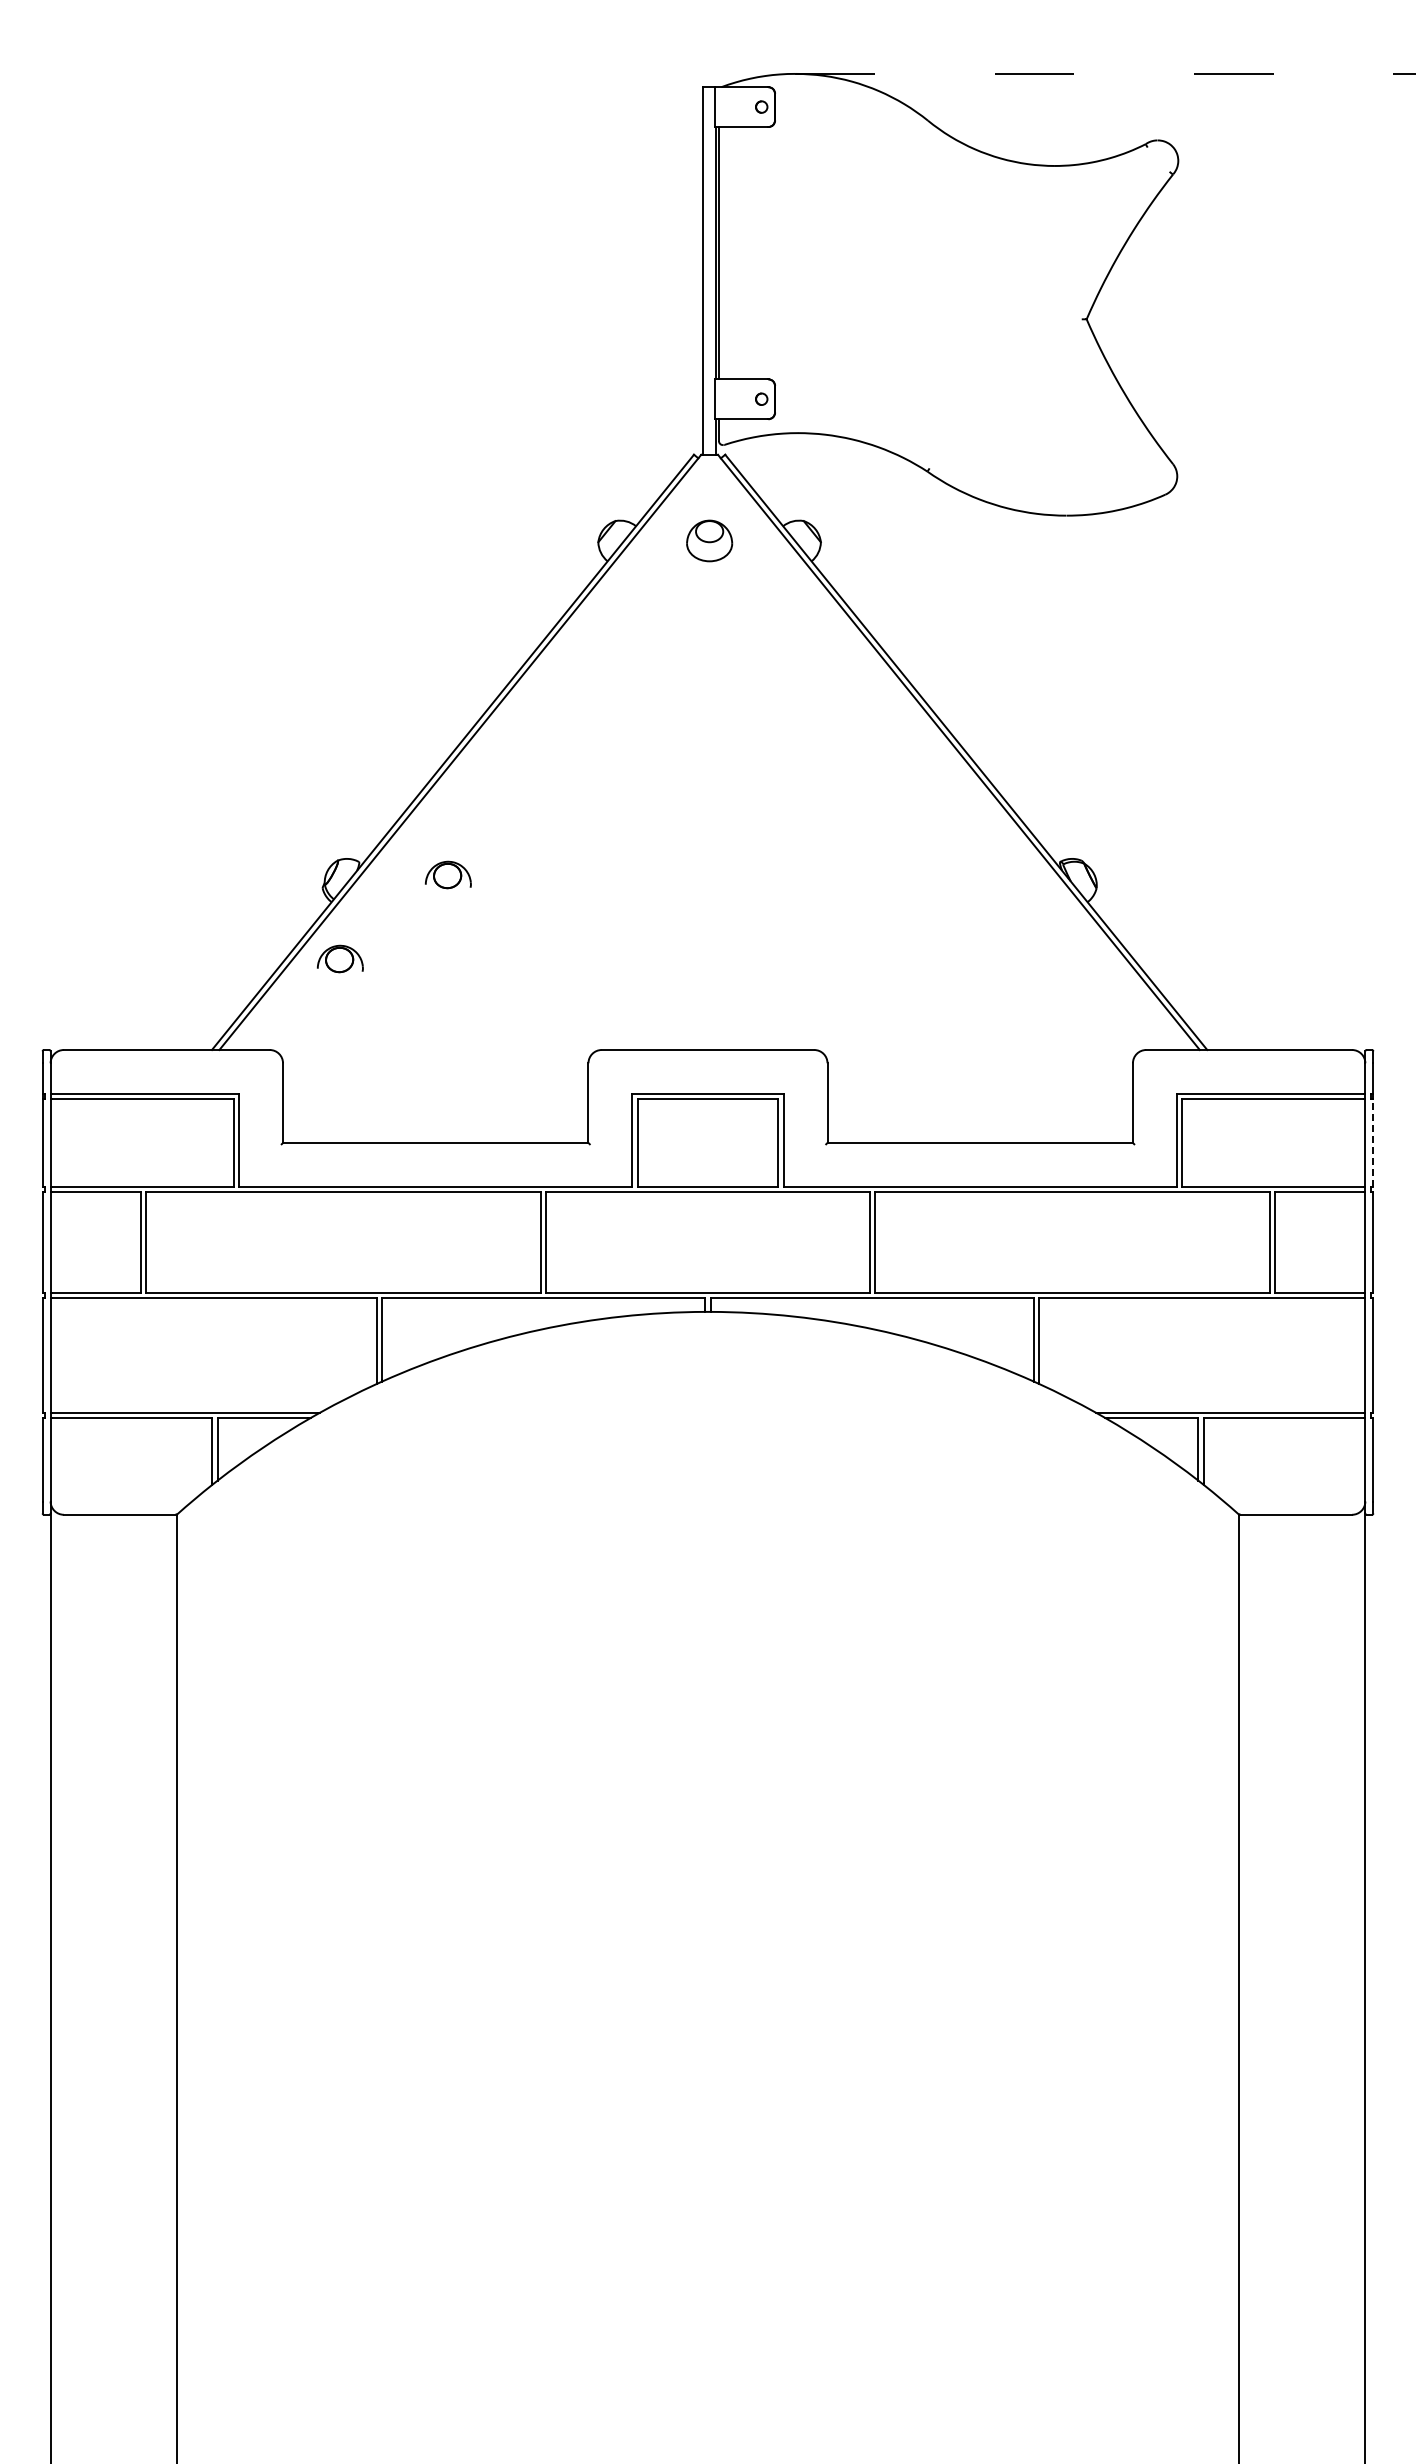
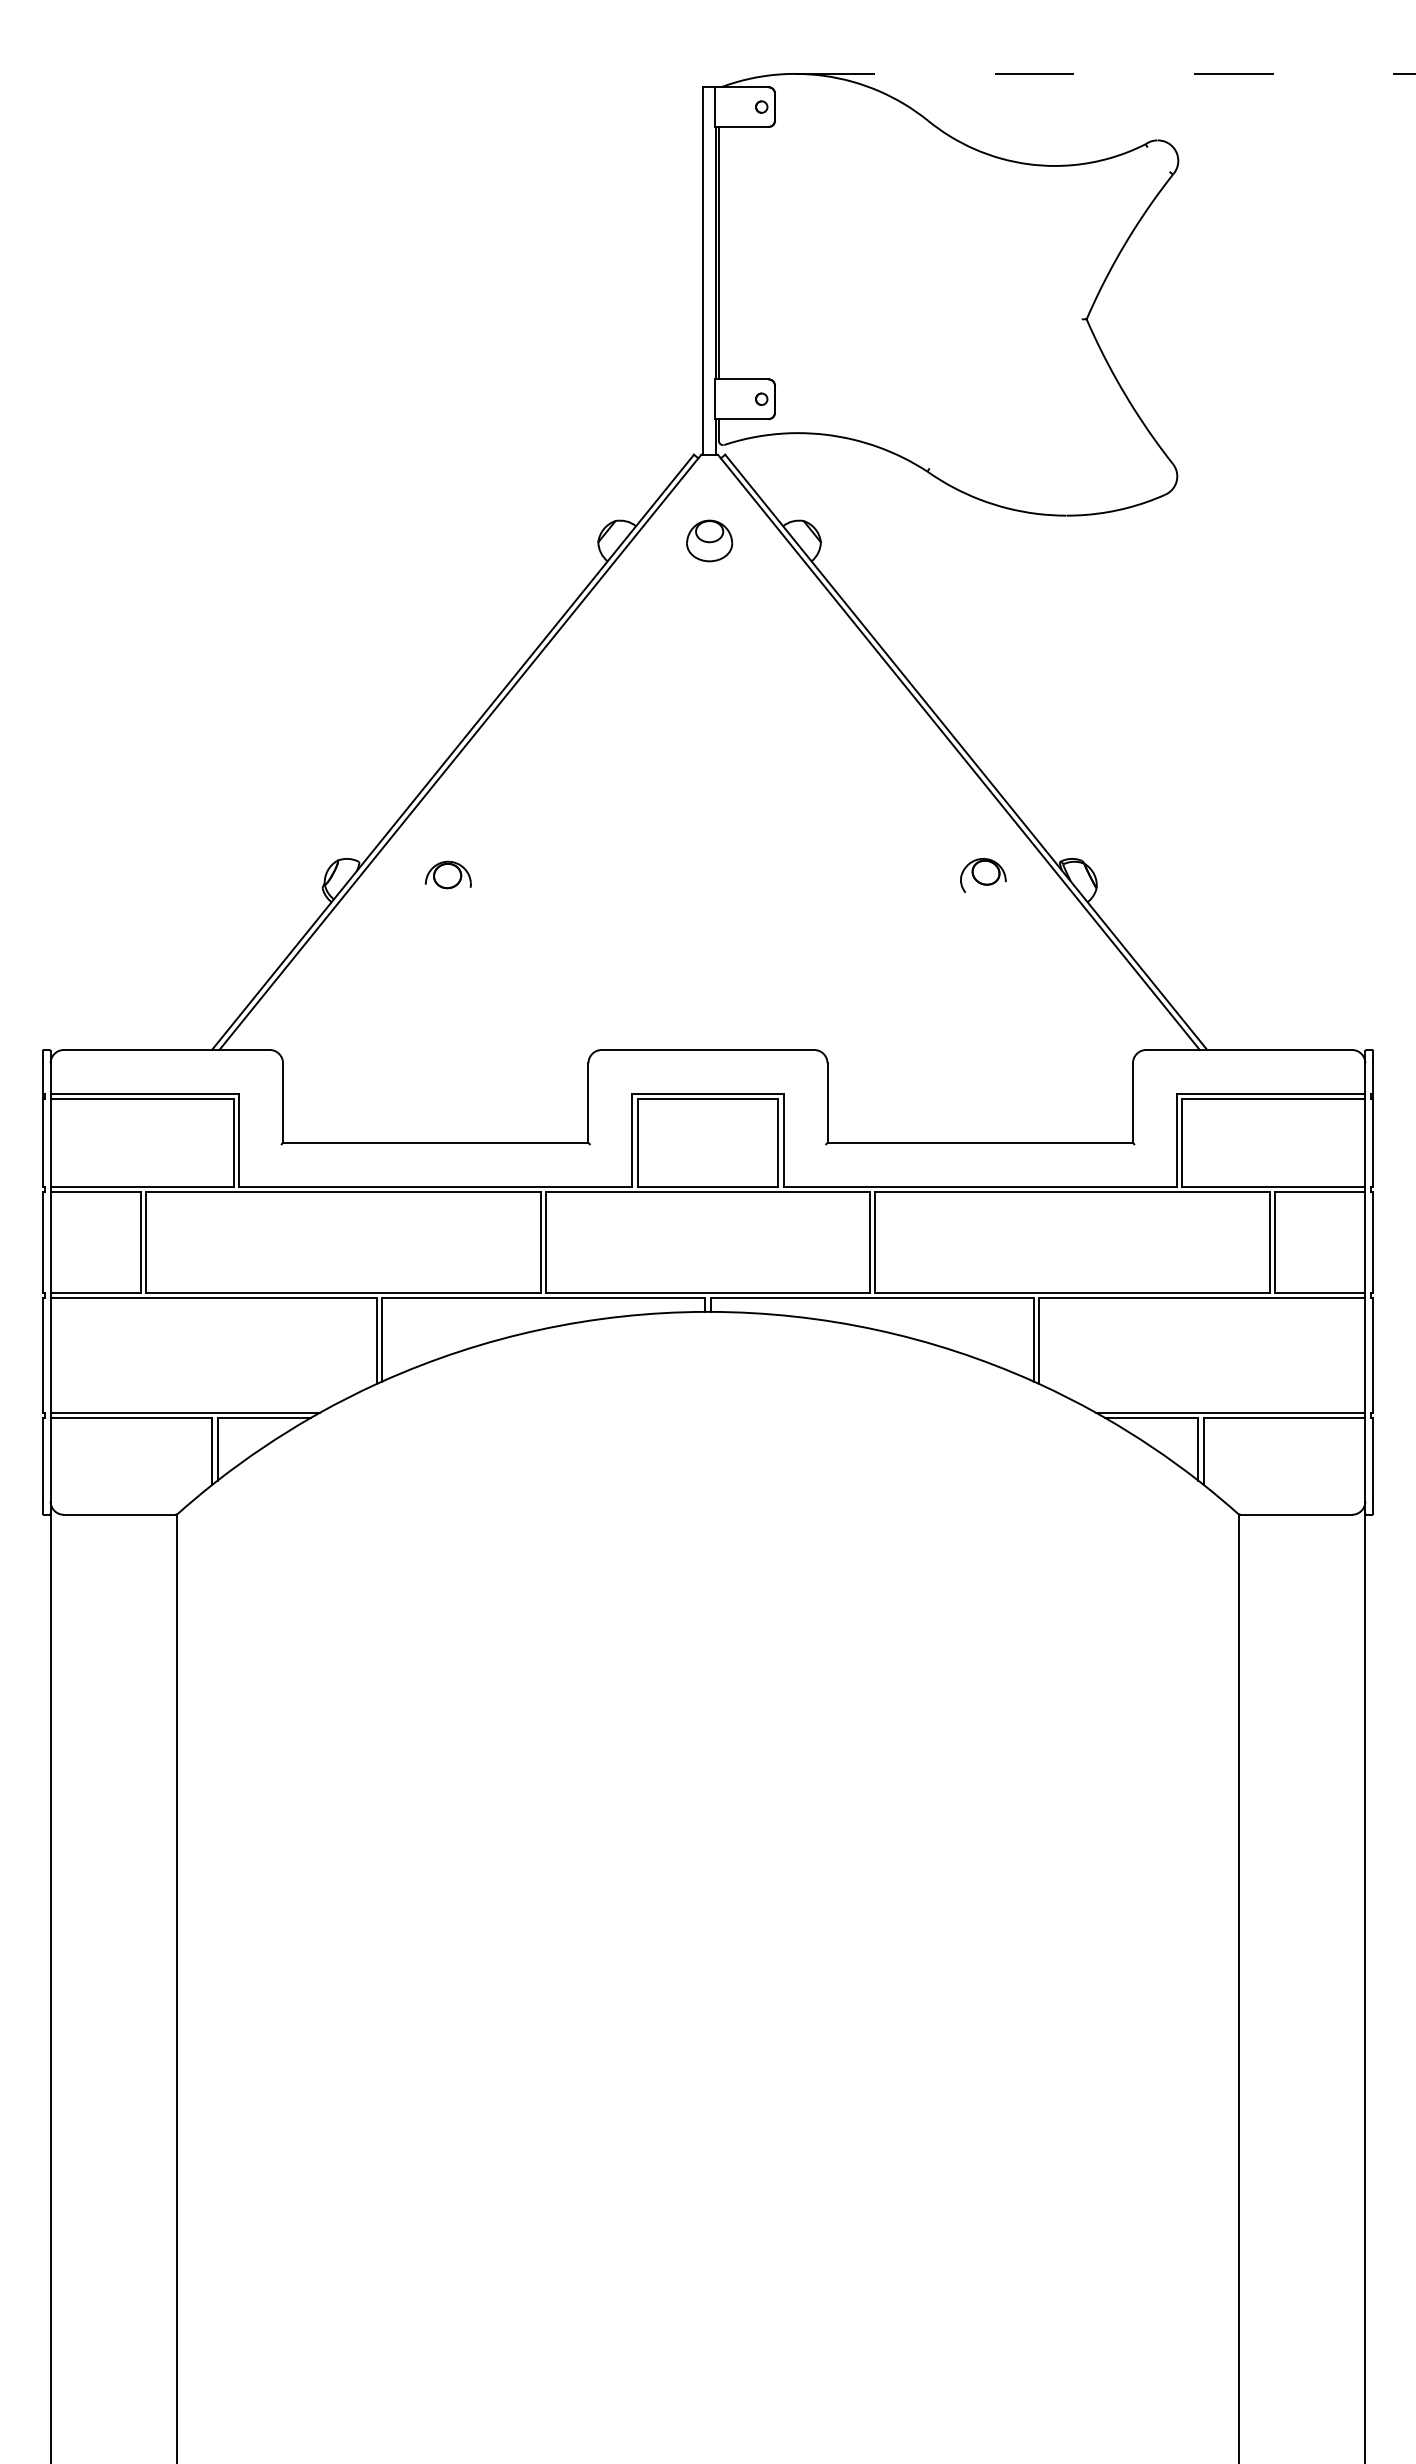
part at (983, 875): none -> present
part at (340, 958): present -> none
line at (1373, 1142): dashed -> solid
